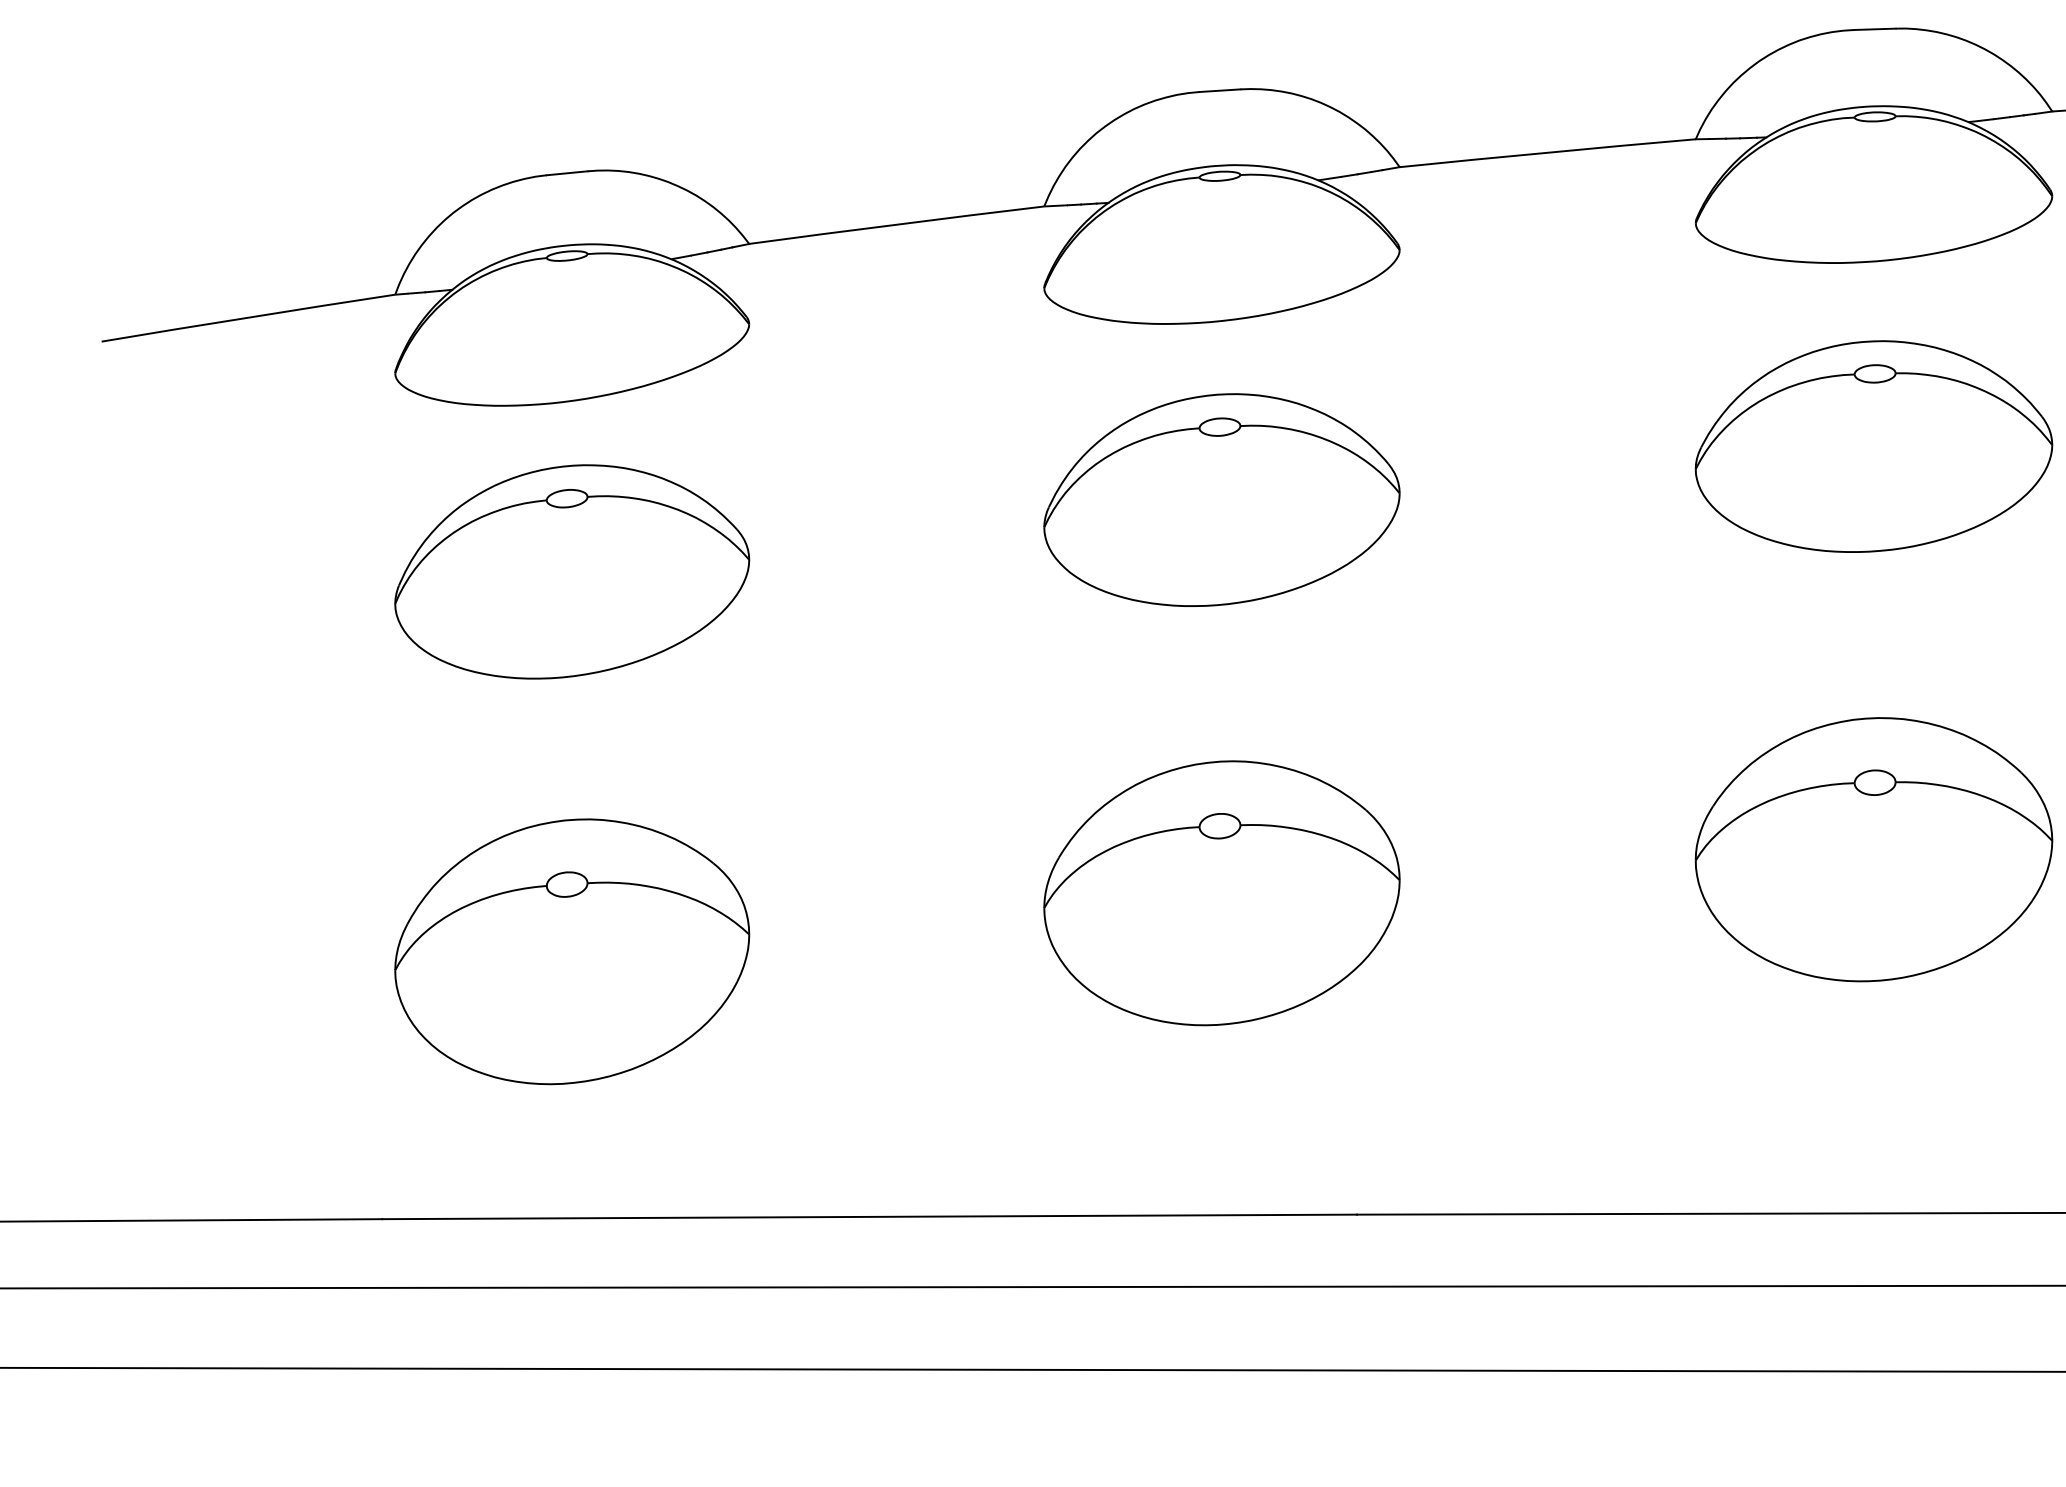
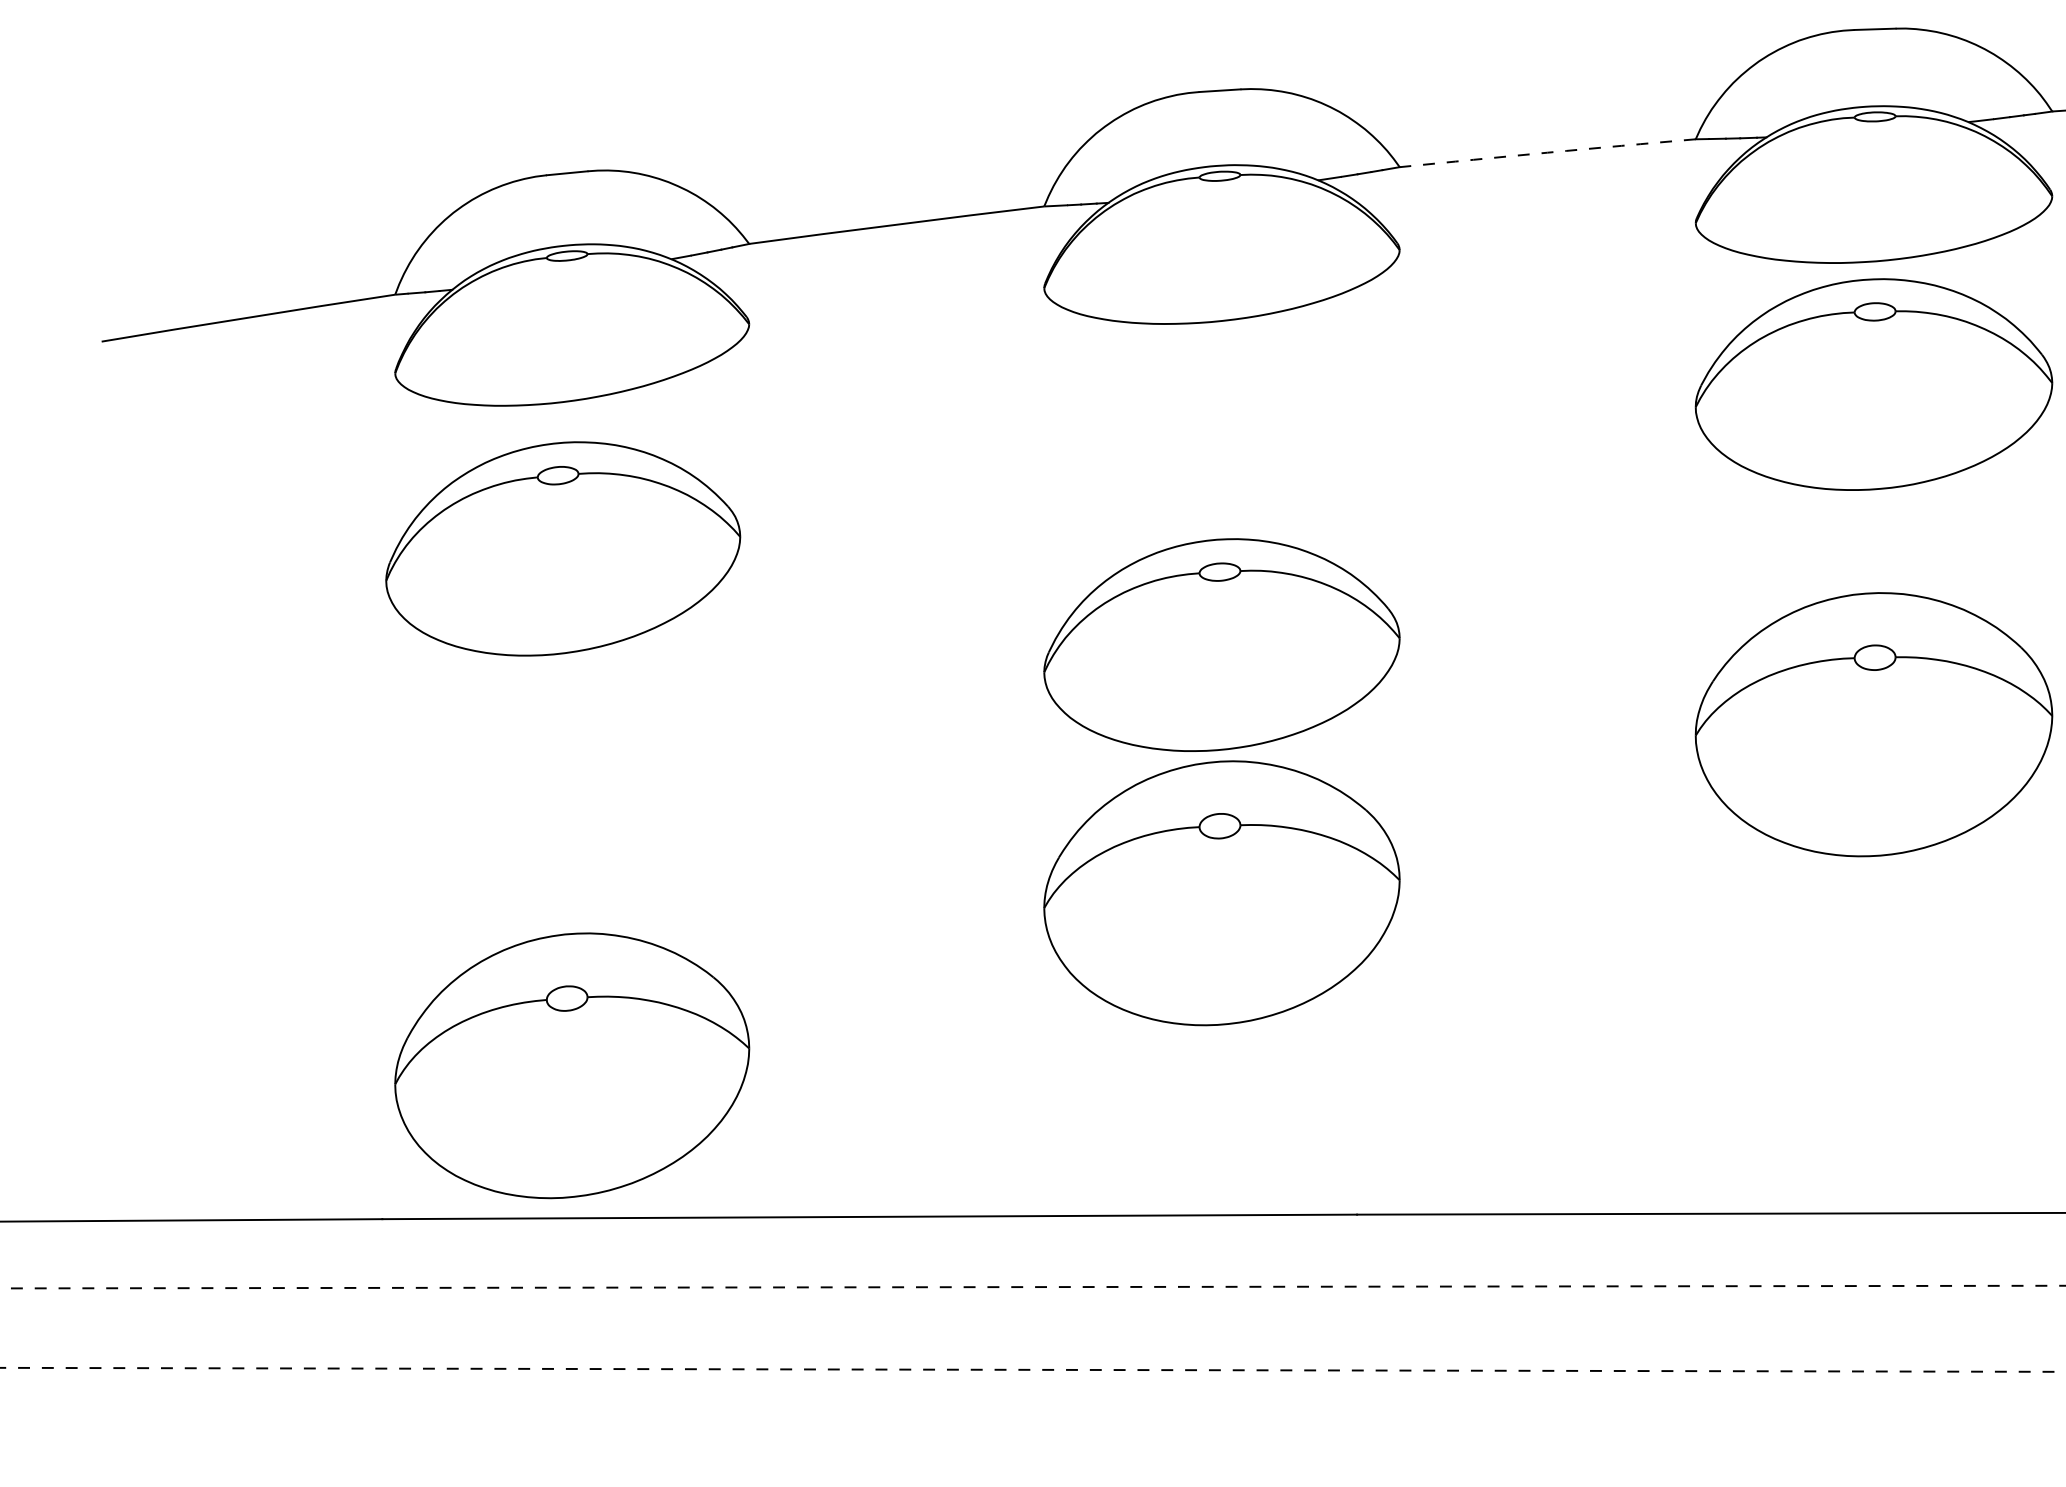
arc at (1547, 152): solid -> dashed
part at (1873, 446) position: (1873, 446) -> (1873, 384)
part at (1221, 499) position: (1221, 499) -> (1221, 644)
part at (572, 571) position: (572, 571) -> (563, 548)
part at (1873, 849) position: (1873, 849) -> (1873, 724)
part at (572, 951) position: (572, 951) -> (572, 1065)
line at (1032, 1287): solid -> dashed
line at (1033, 1369): solid -> dashed
